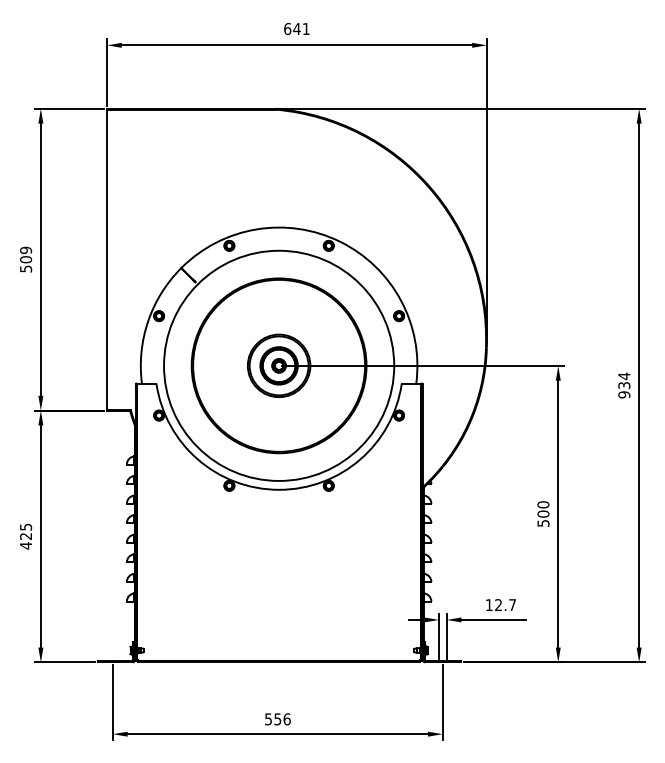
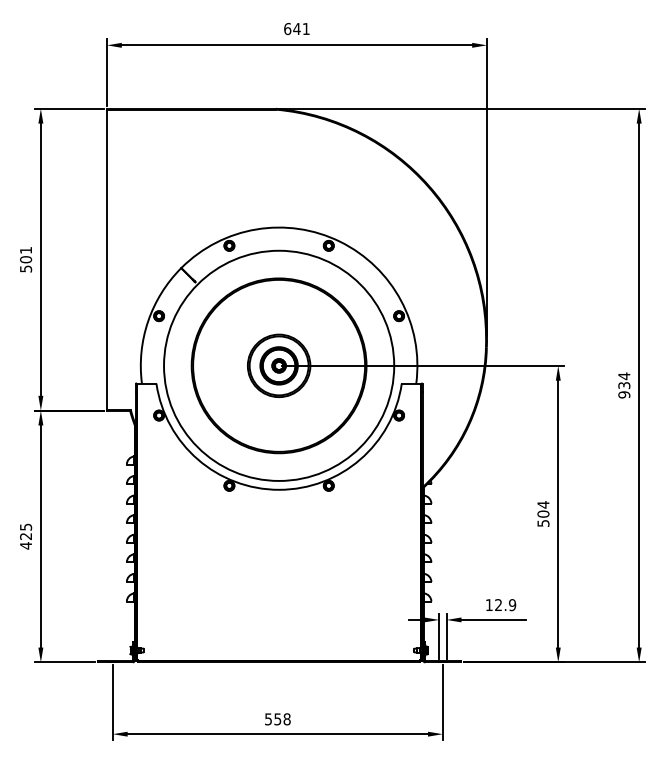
text at (26, 250): 509 -> 501
text at (543, 504): 500 -> 504
text at (512, 605): 12.7 -> 12.9
text at (286, 719): 556 -> 558
